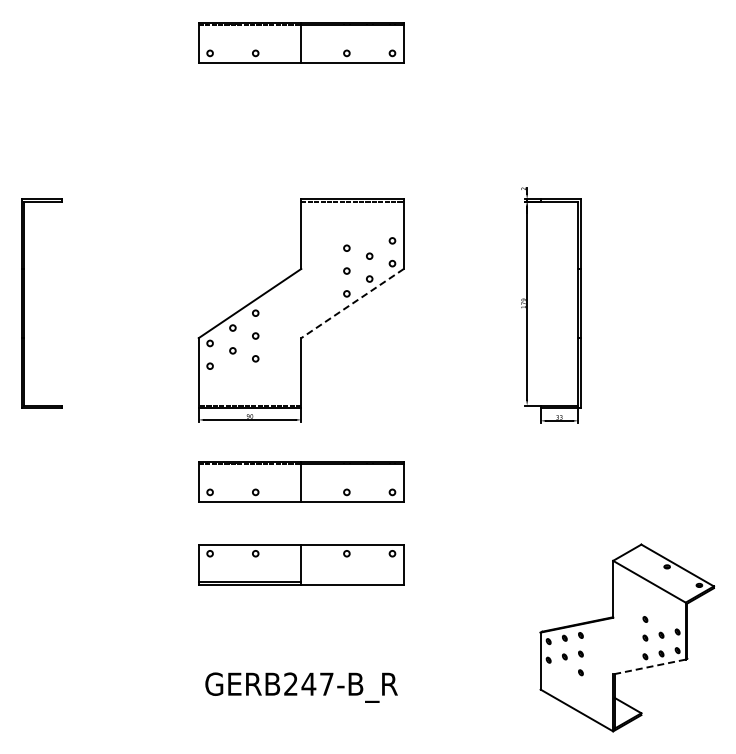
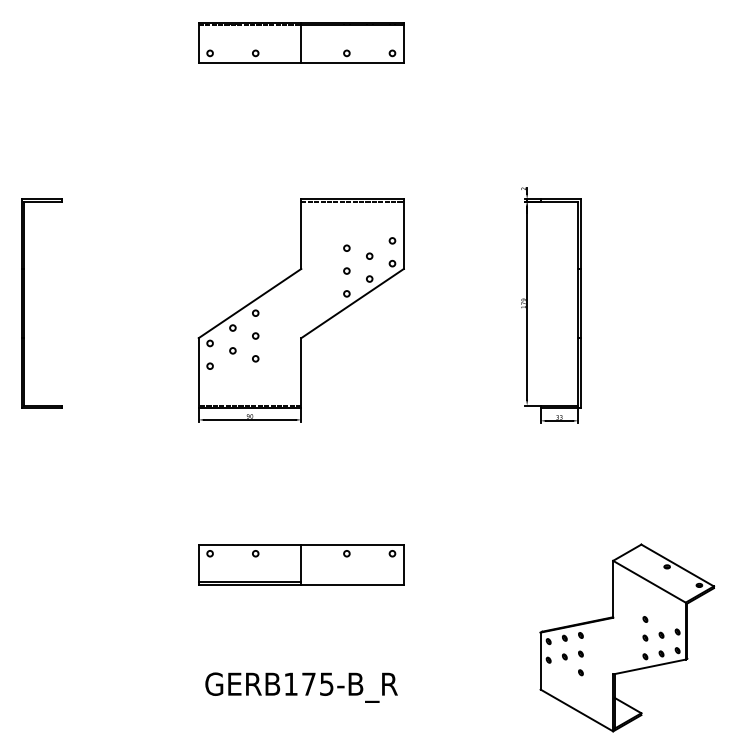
line at (352, 303): dashed -> solid
part at (301, 481): present -> none
line at (648, 667): dashed -> solid
text at (308, 683): GERB247-B_R -> GERB175-B_R
